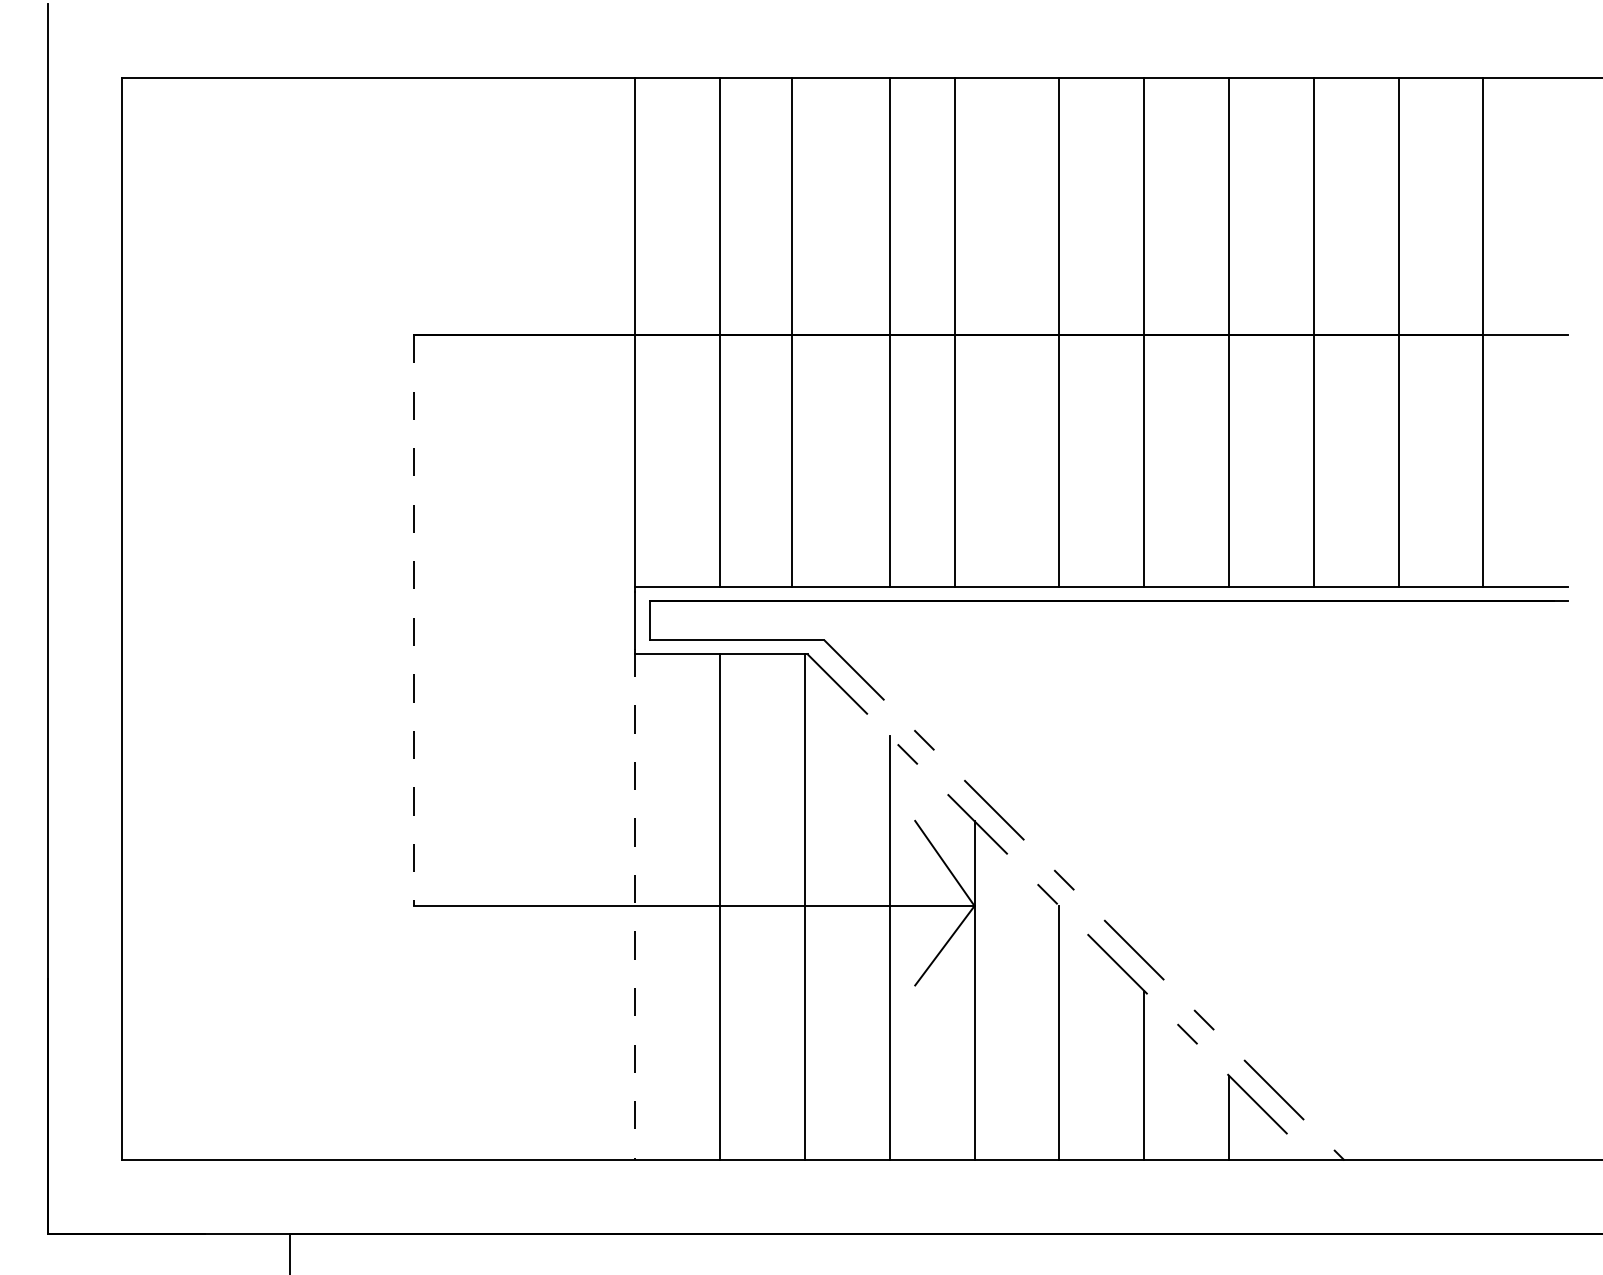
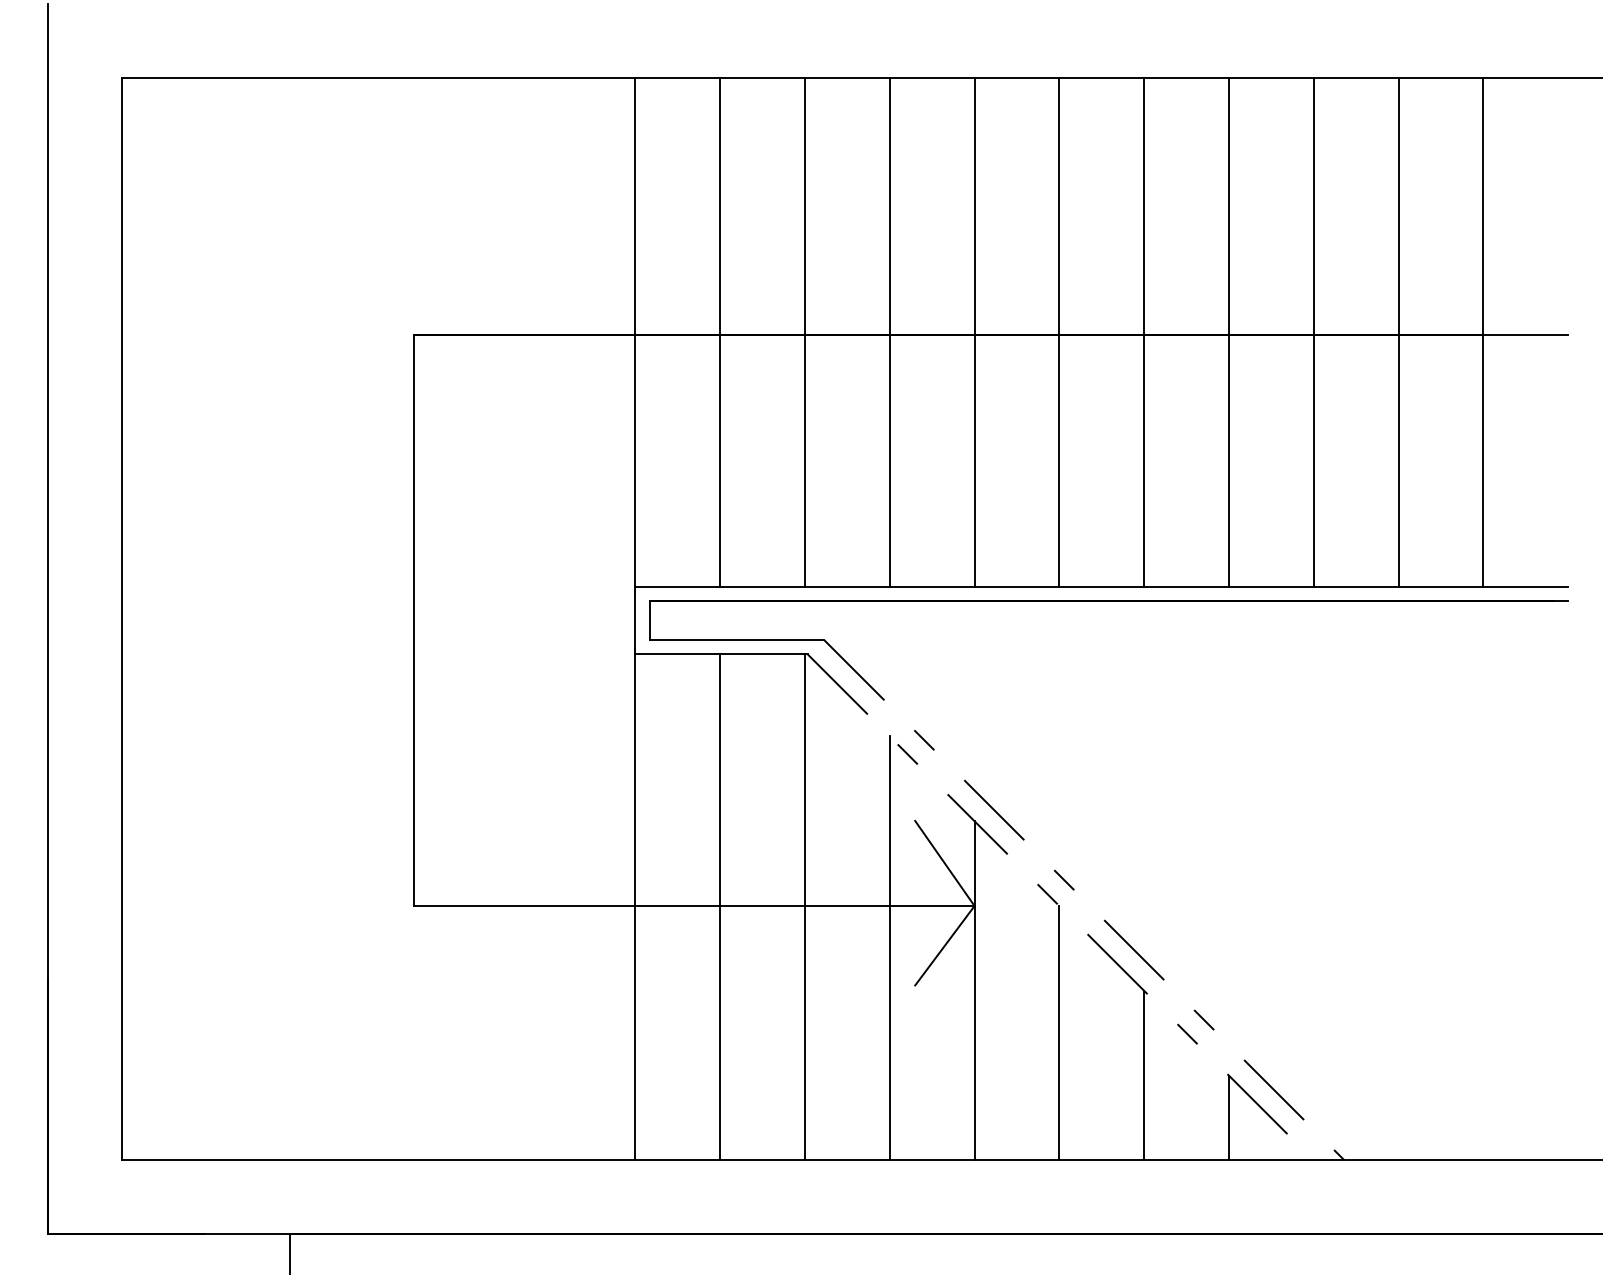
line at (791, 331) position: (791, 331) -> (804, 331)
line at (954, 331) position: (954, 331) -> (974, 331)
line at (414, 621): dashed -> solid
line at (635, 904): dashed -> solid
